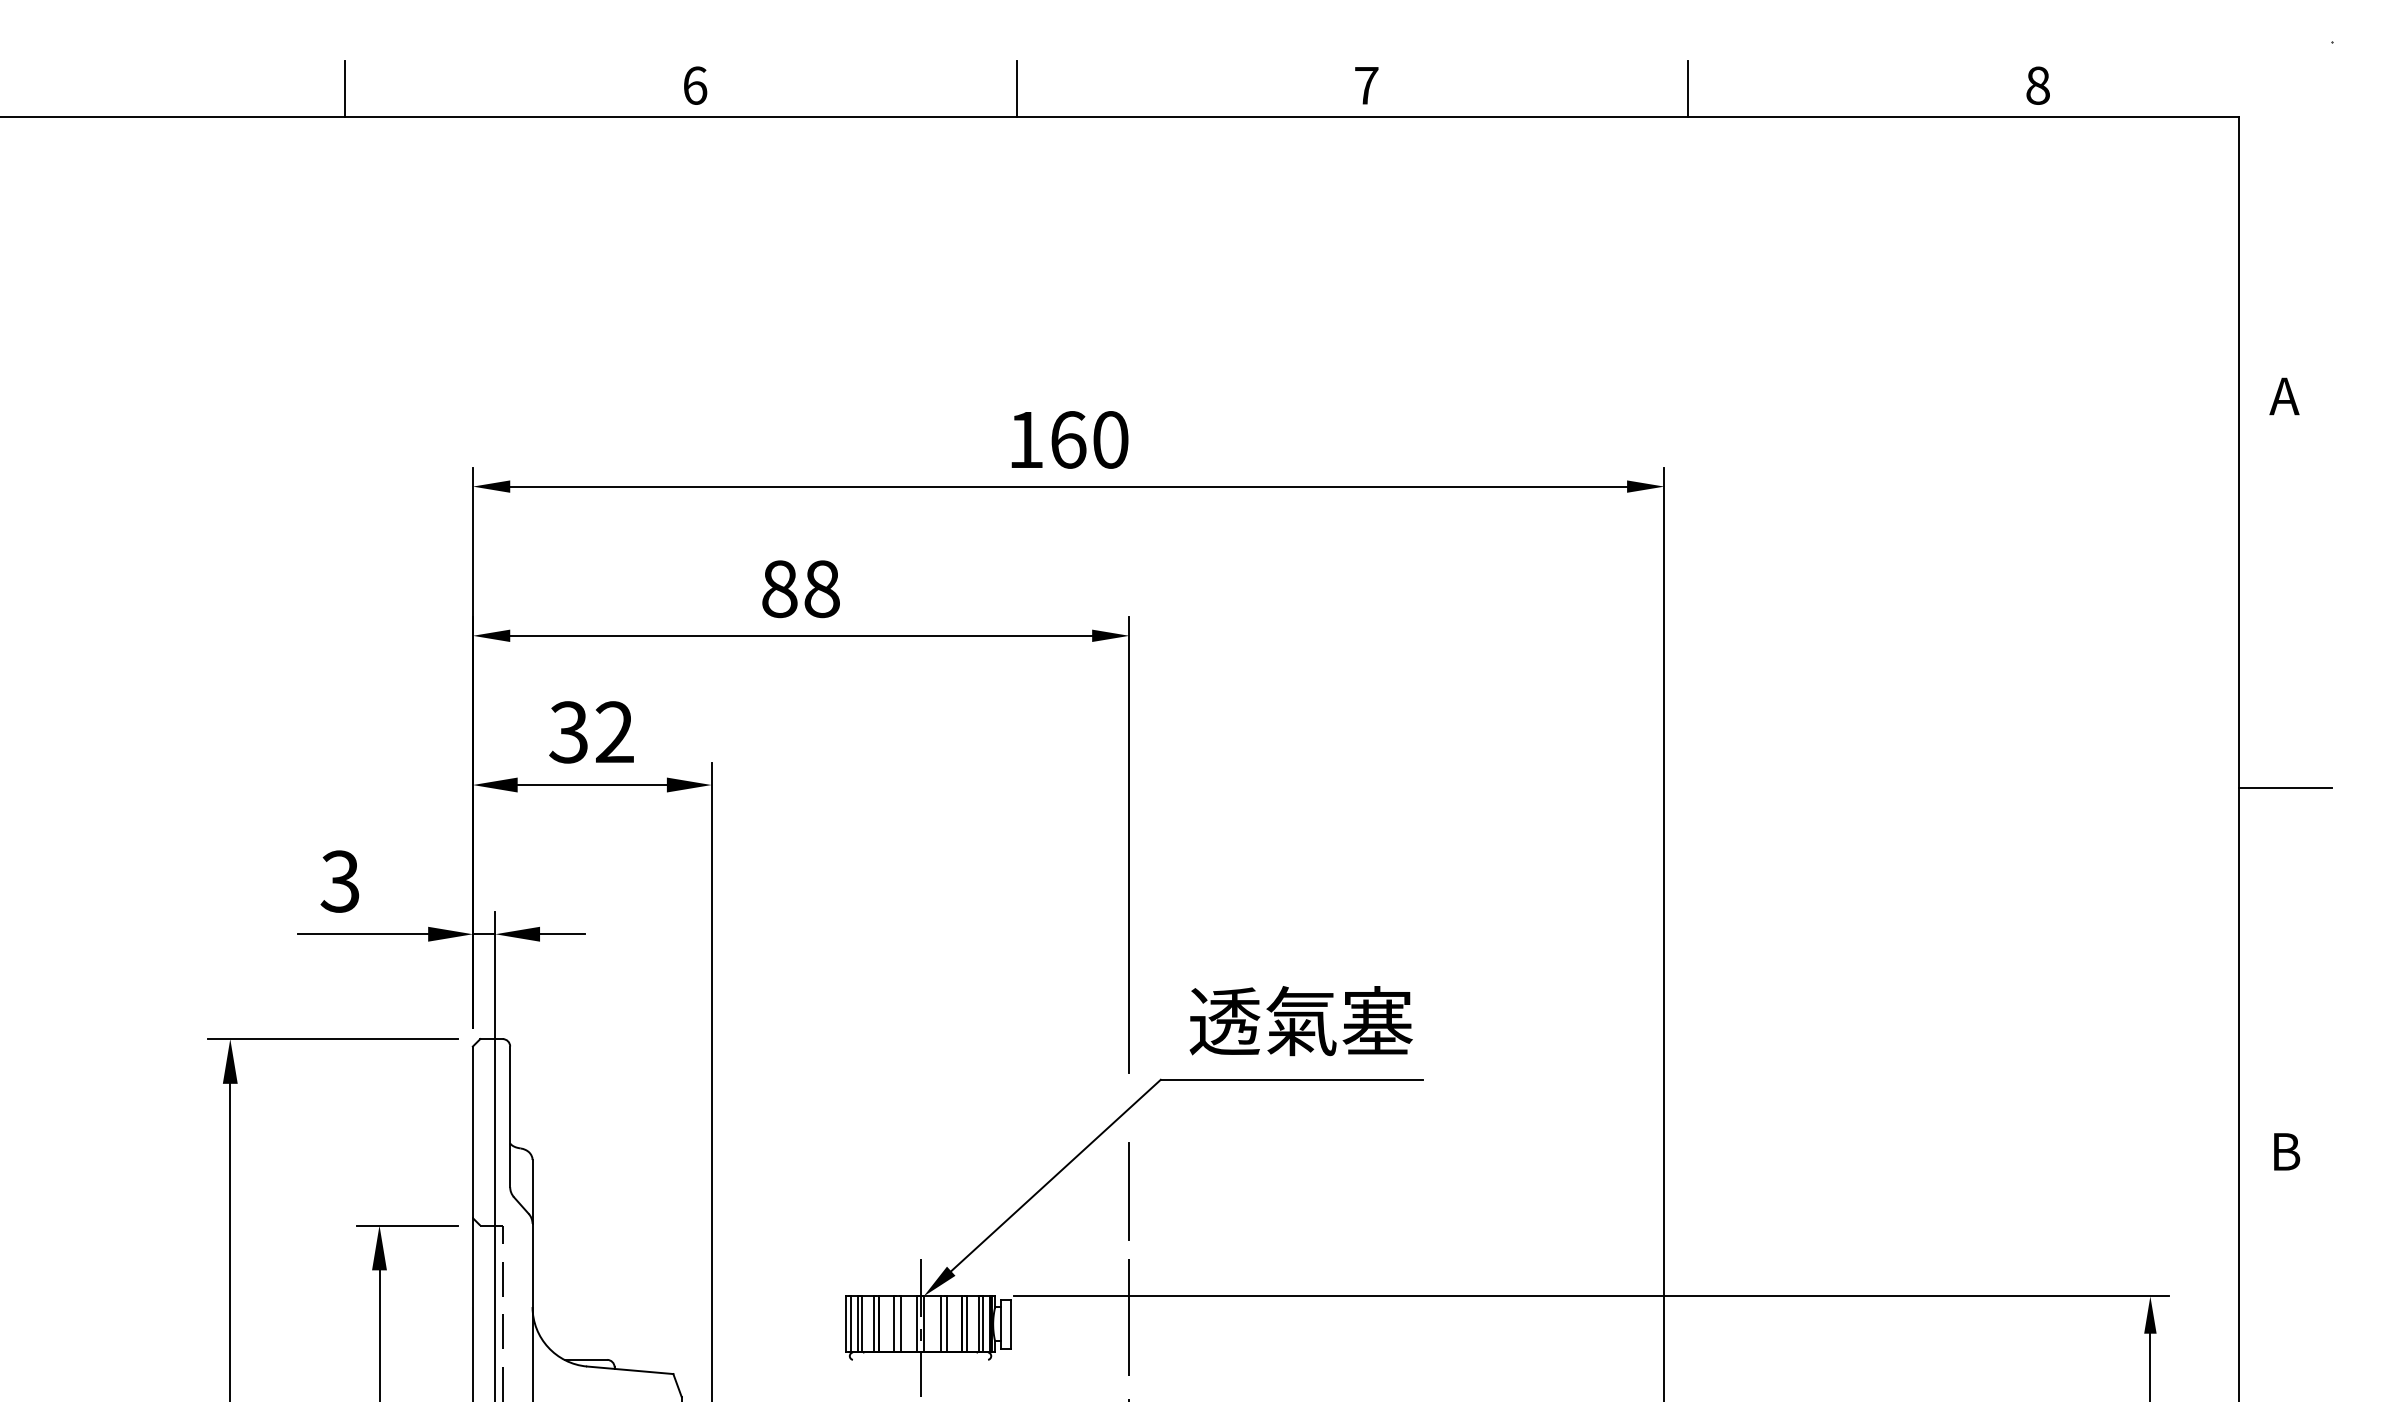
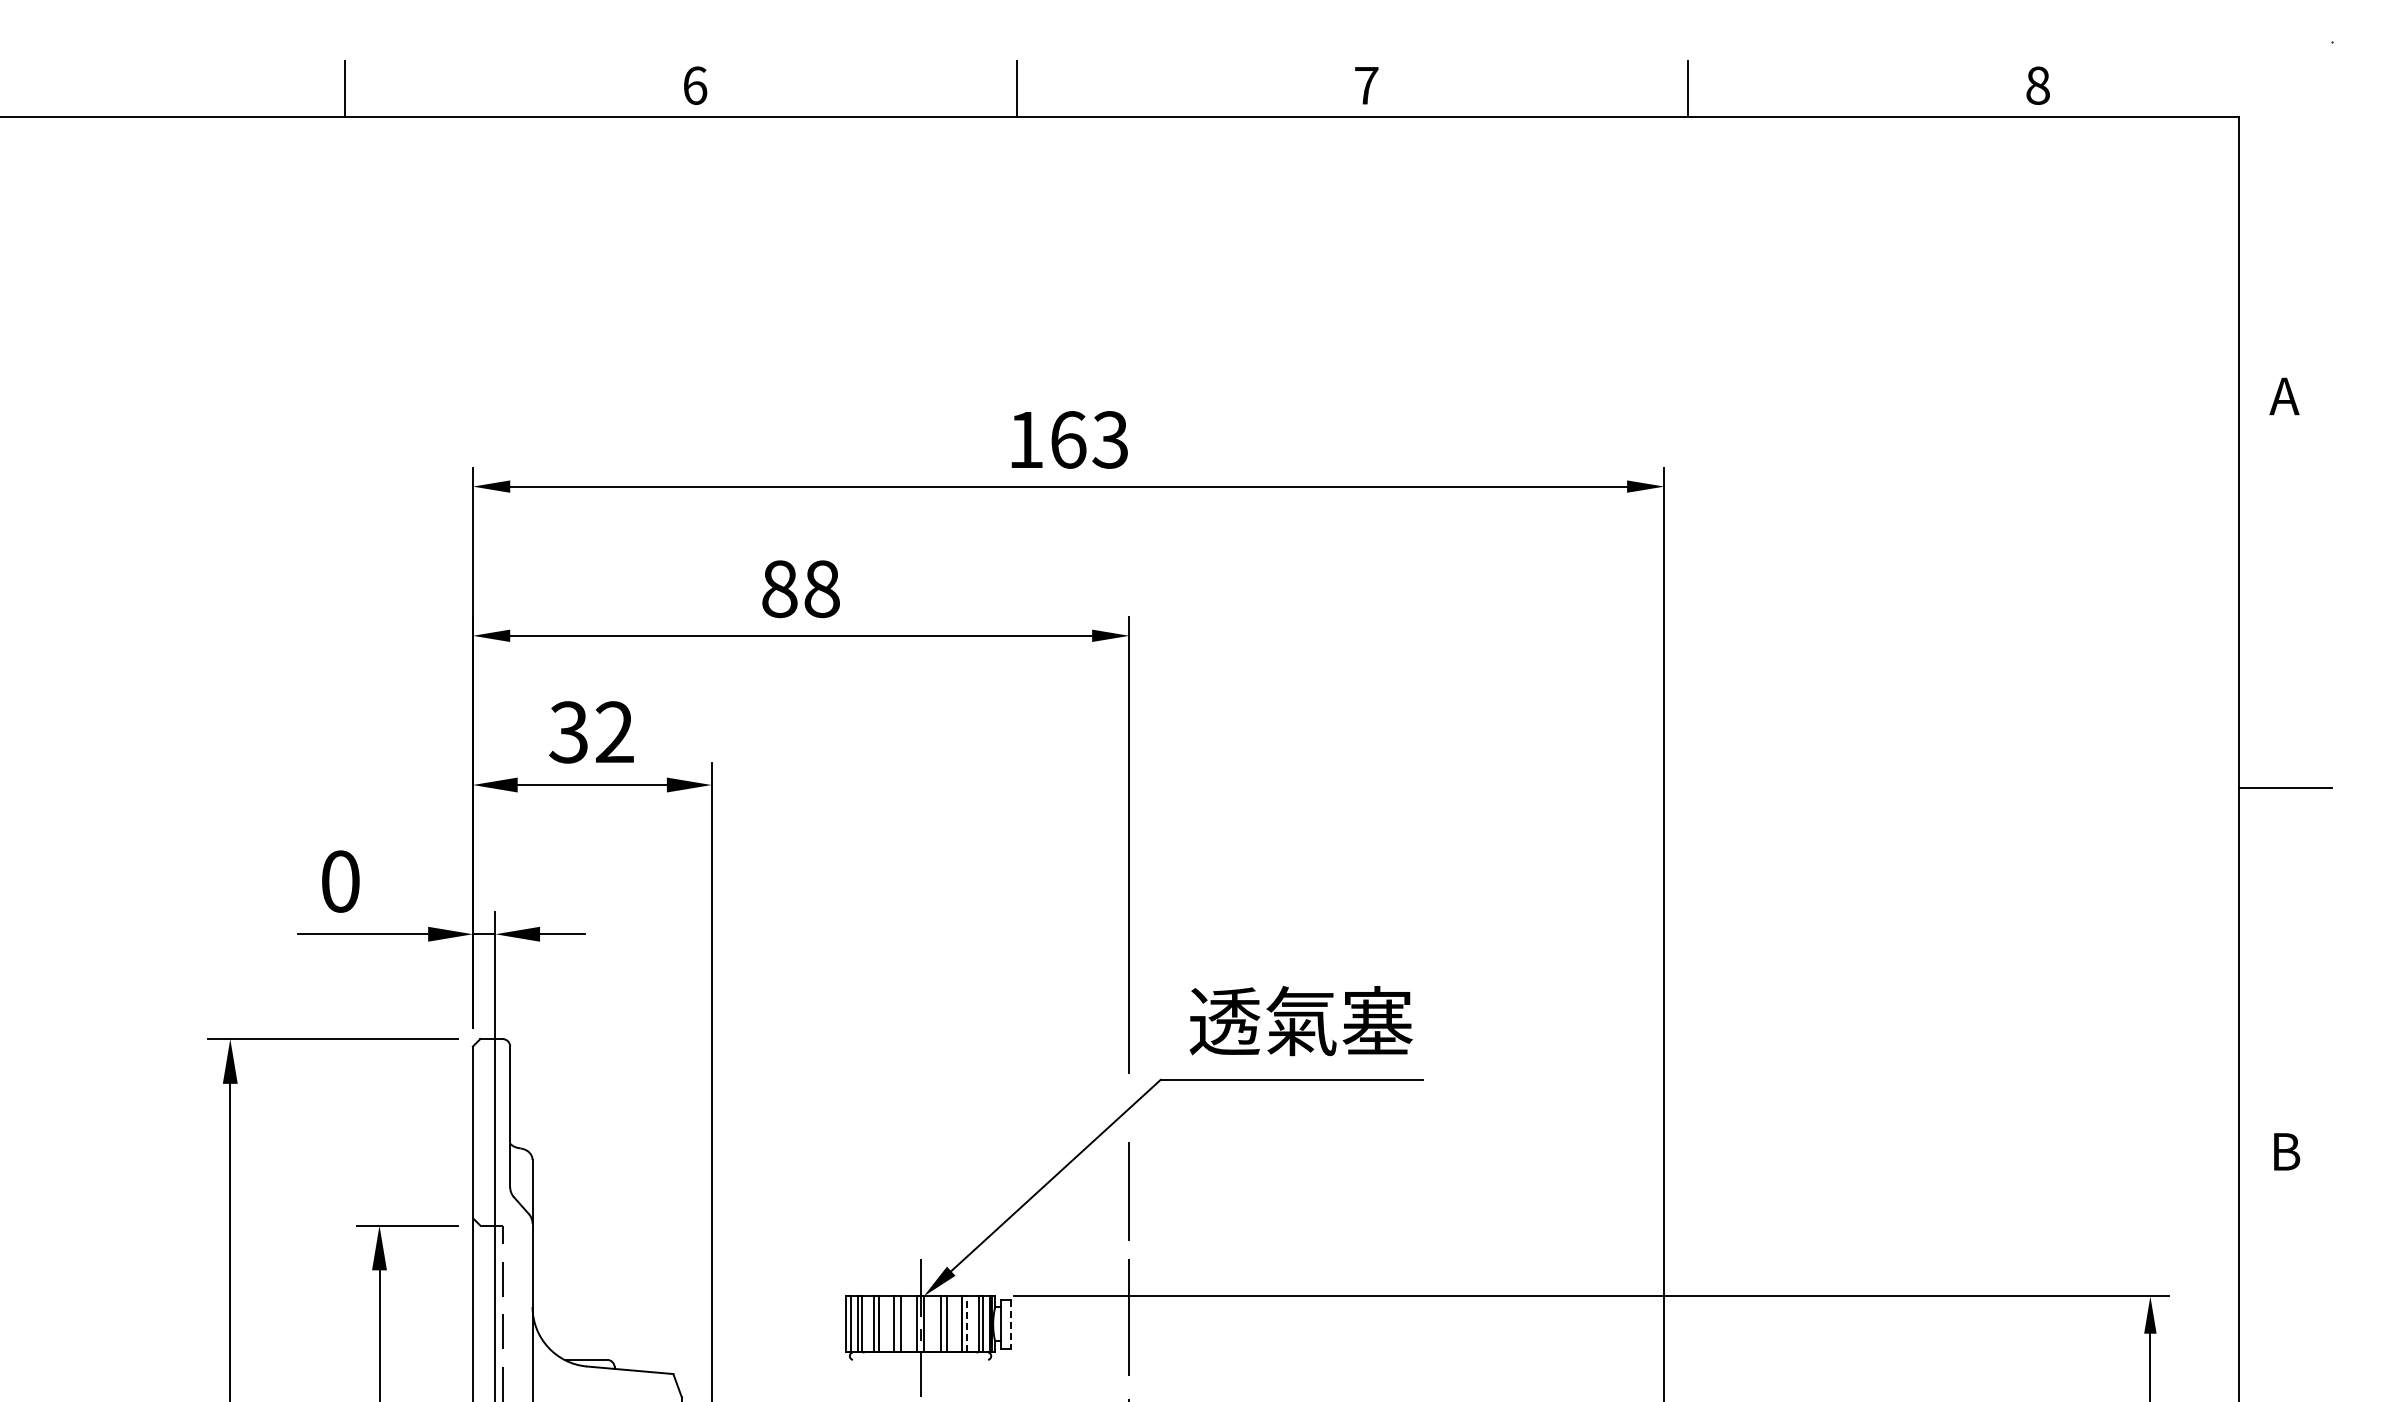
text at (1110, 439): 160 -> 163
text at (339, 881): 3 -> 0
line at (966, 1324): solid -> dashed
line at (1010, 1324): solid -> dashed
